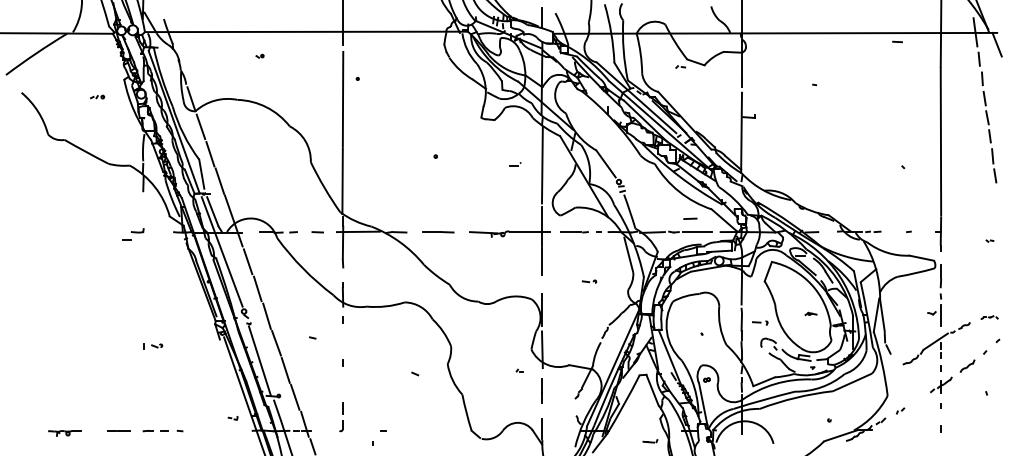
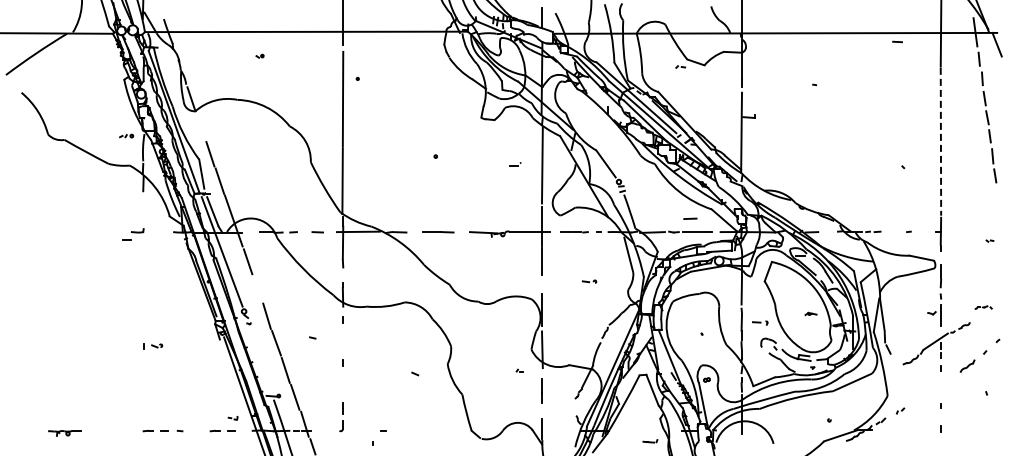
part at (97, 96) position: (97, 96) -> (126, 135)
line at (200, 126): present -> none
line at (940, 141): solid -> dashed
line at (257, 288): present -> none
part at (989, 317) position: (989, 317) -> (983, 307)
line at (259, 360): present -> none
part at (941, 384): present -> none
line at (118, 430): present -> none
part at (222, 430): none -> present
